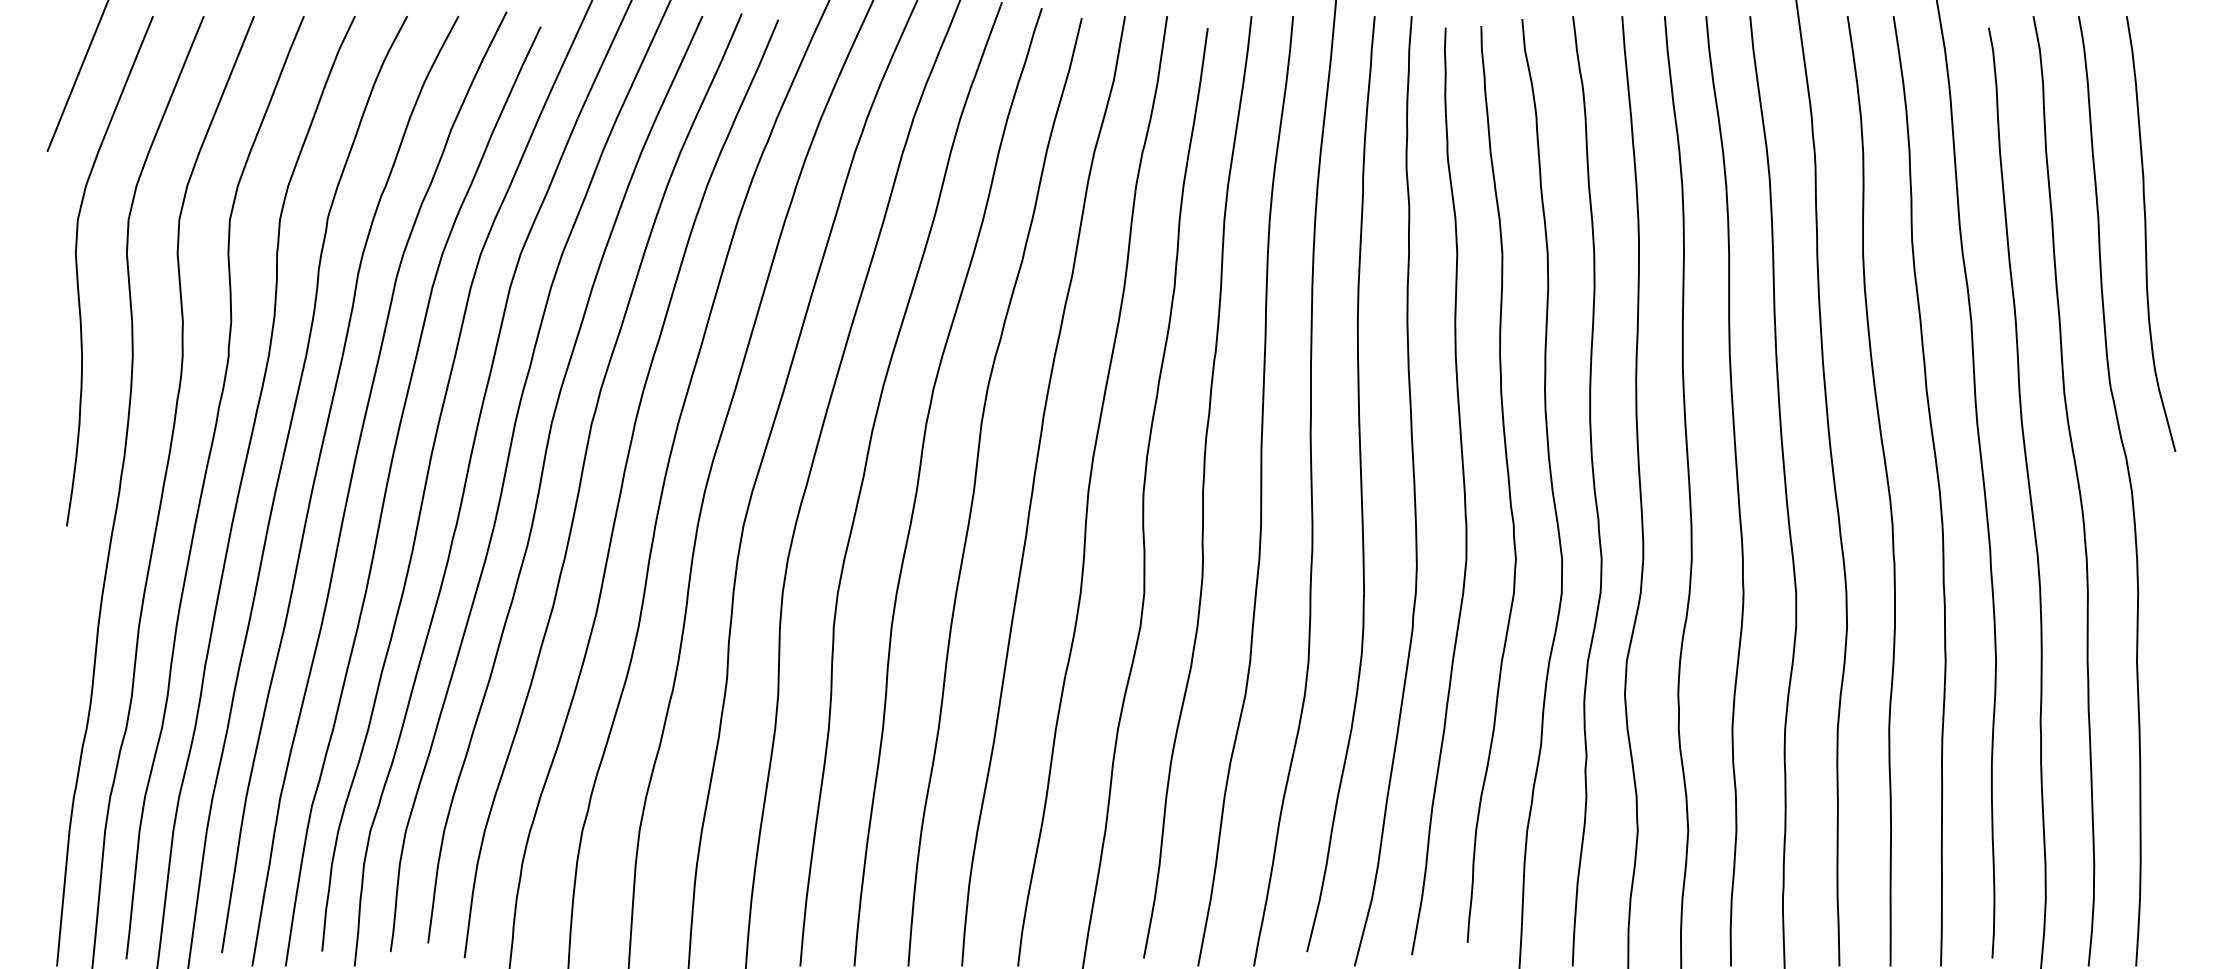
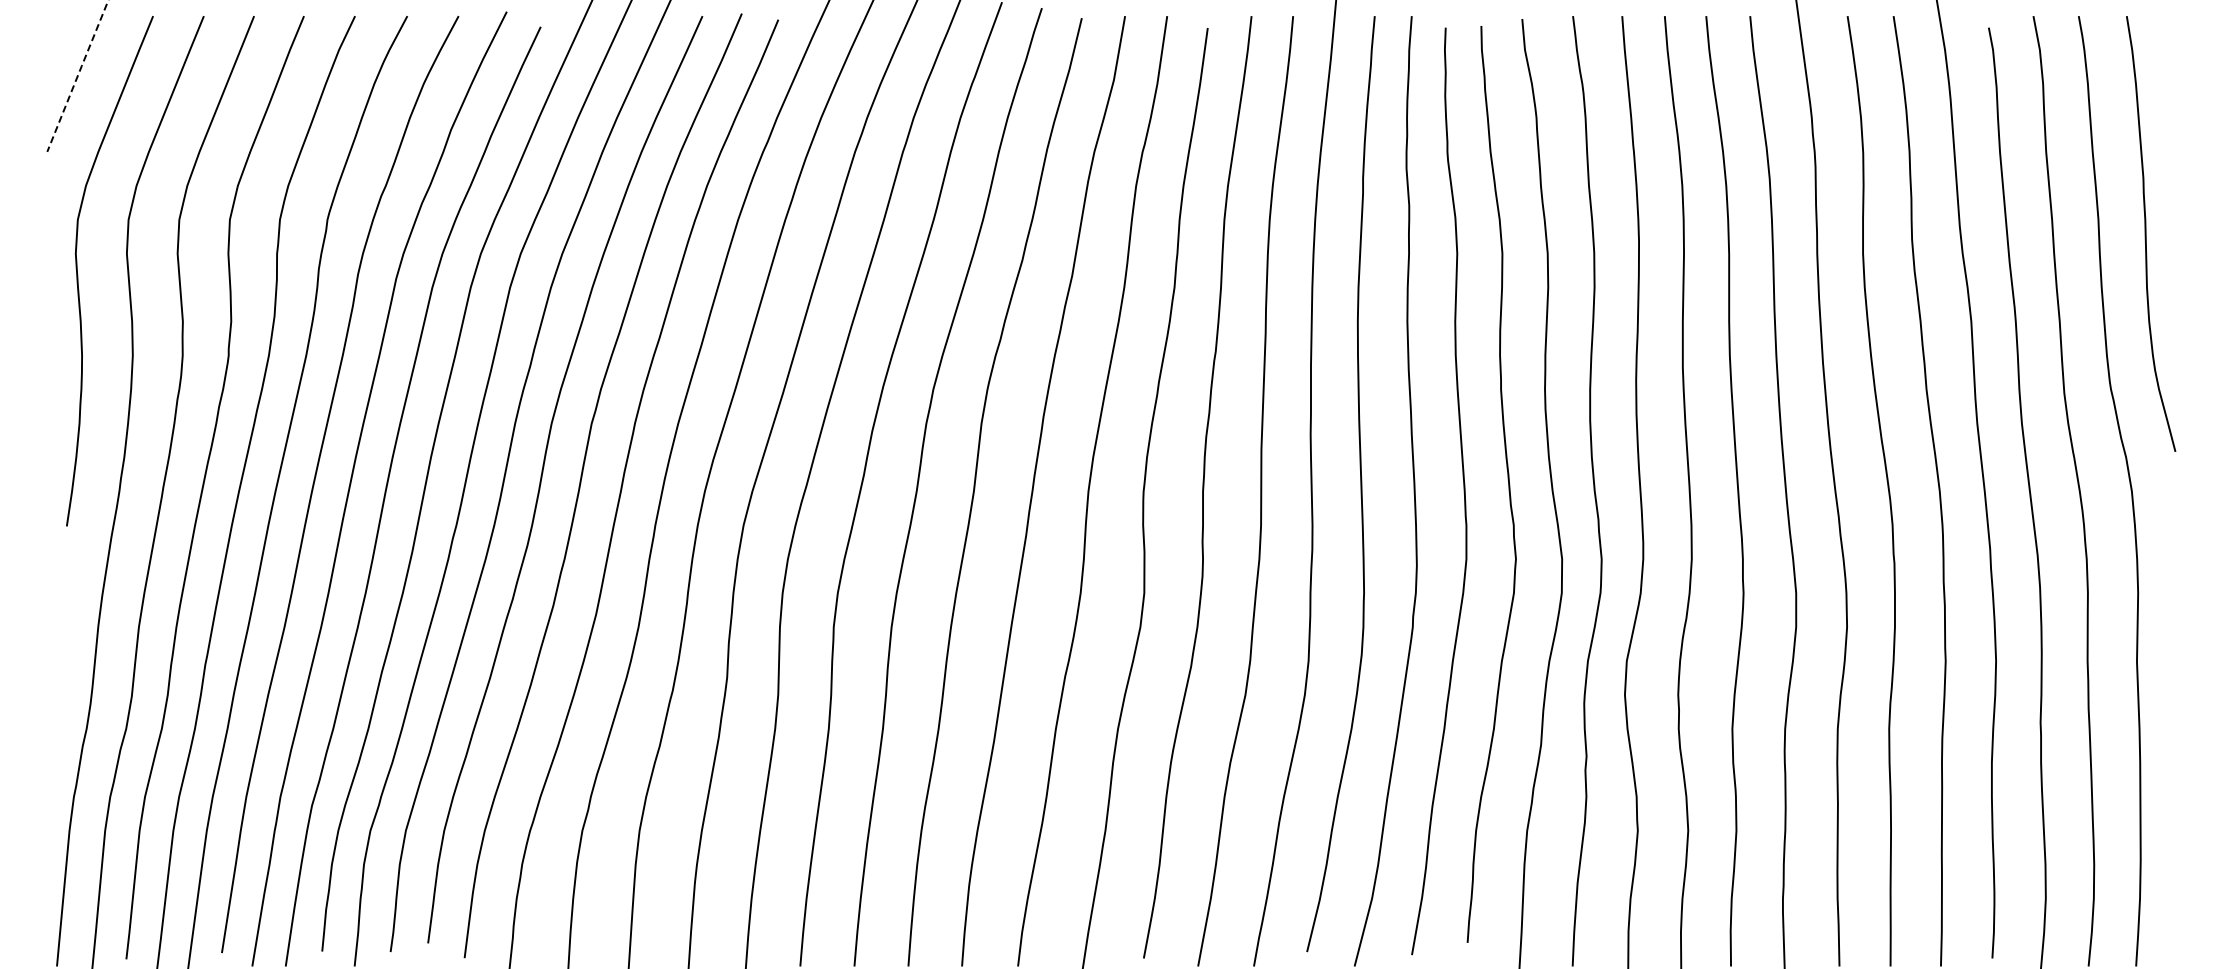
line at (78, 75): solid -> dashed
